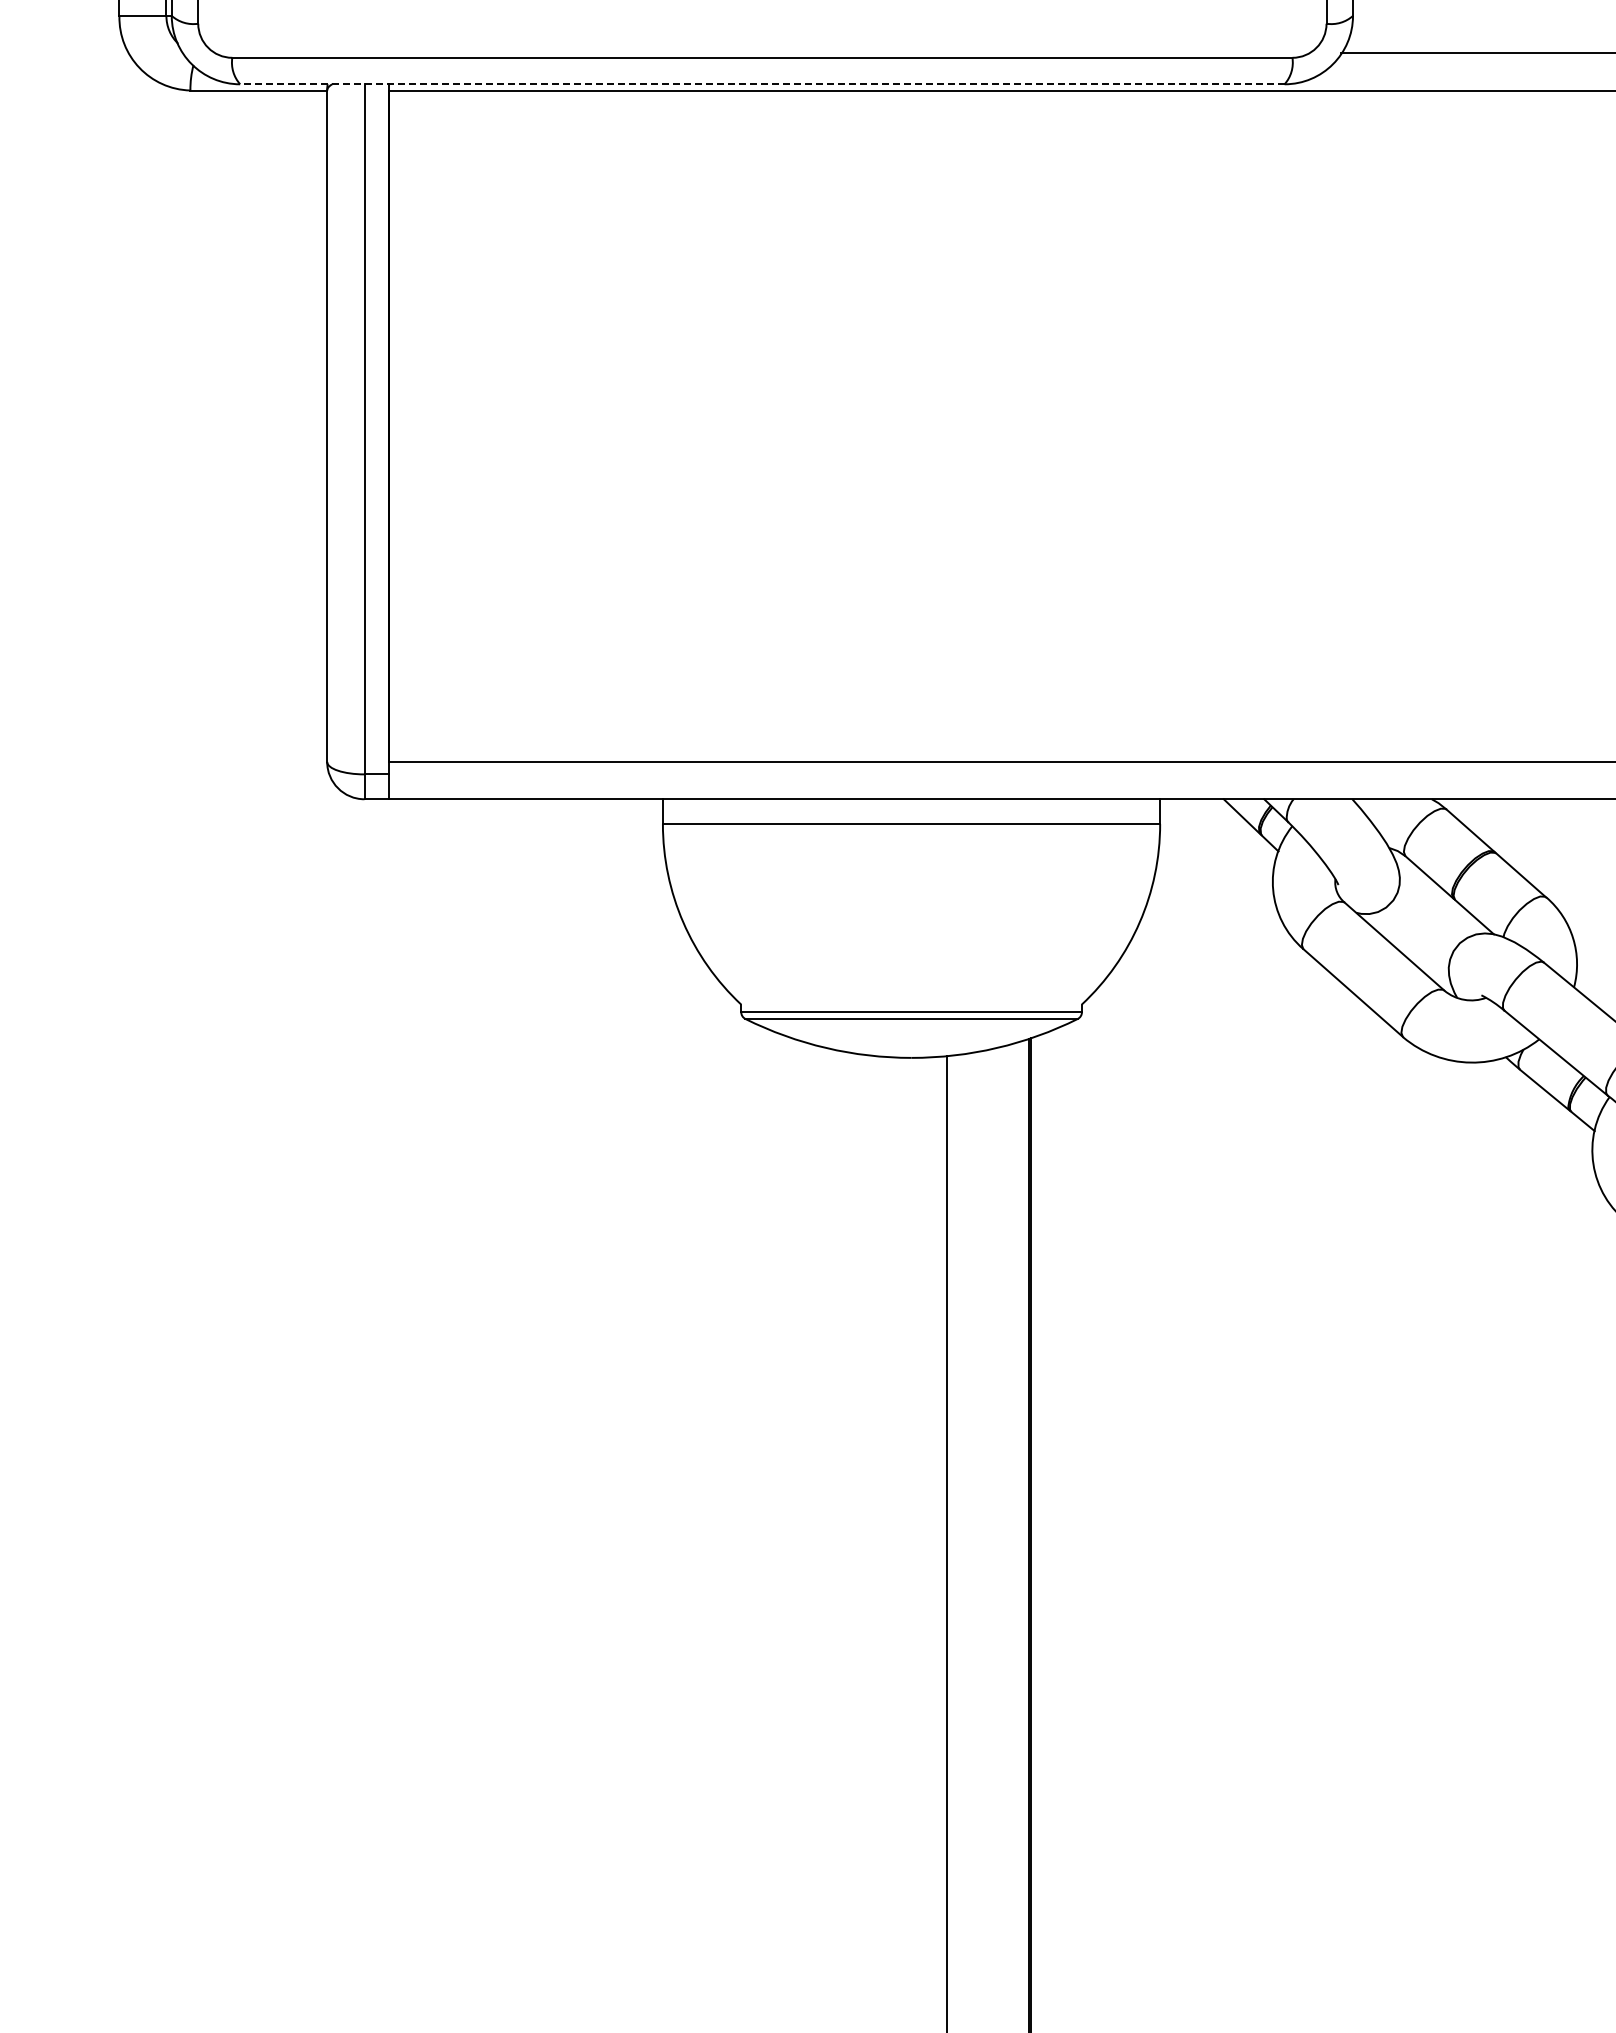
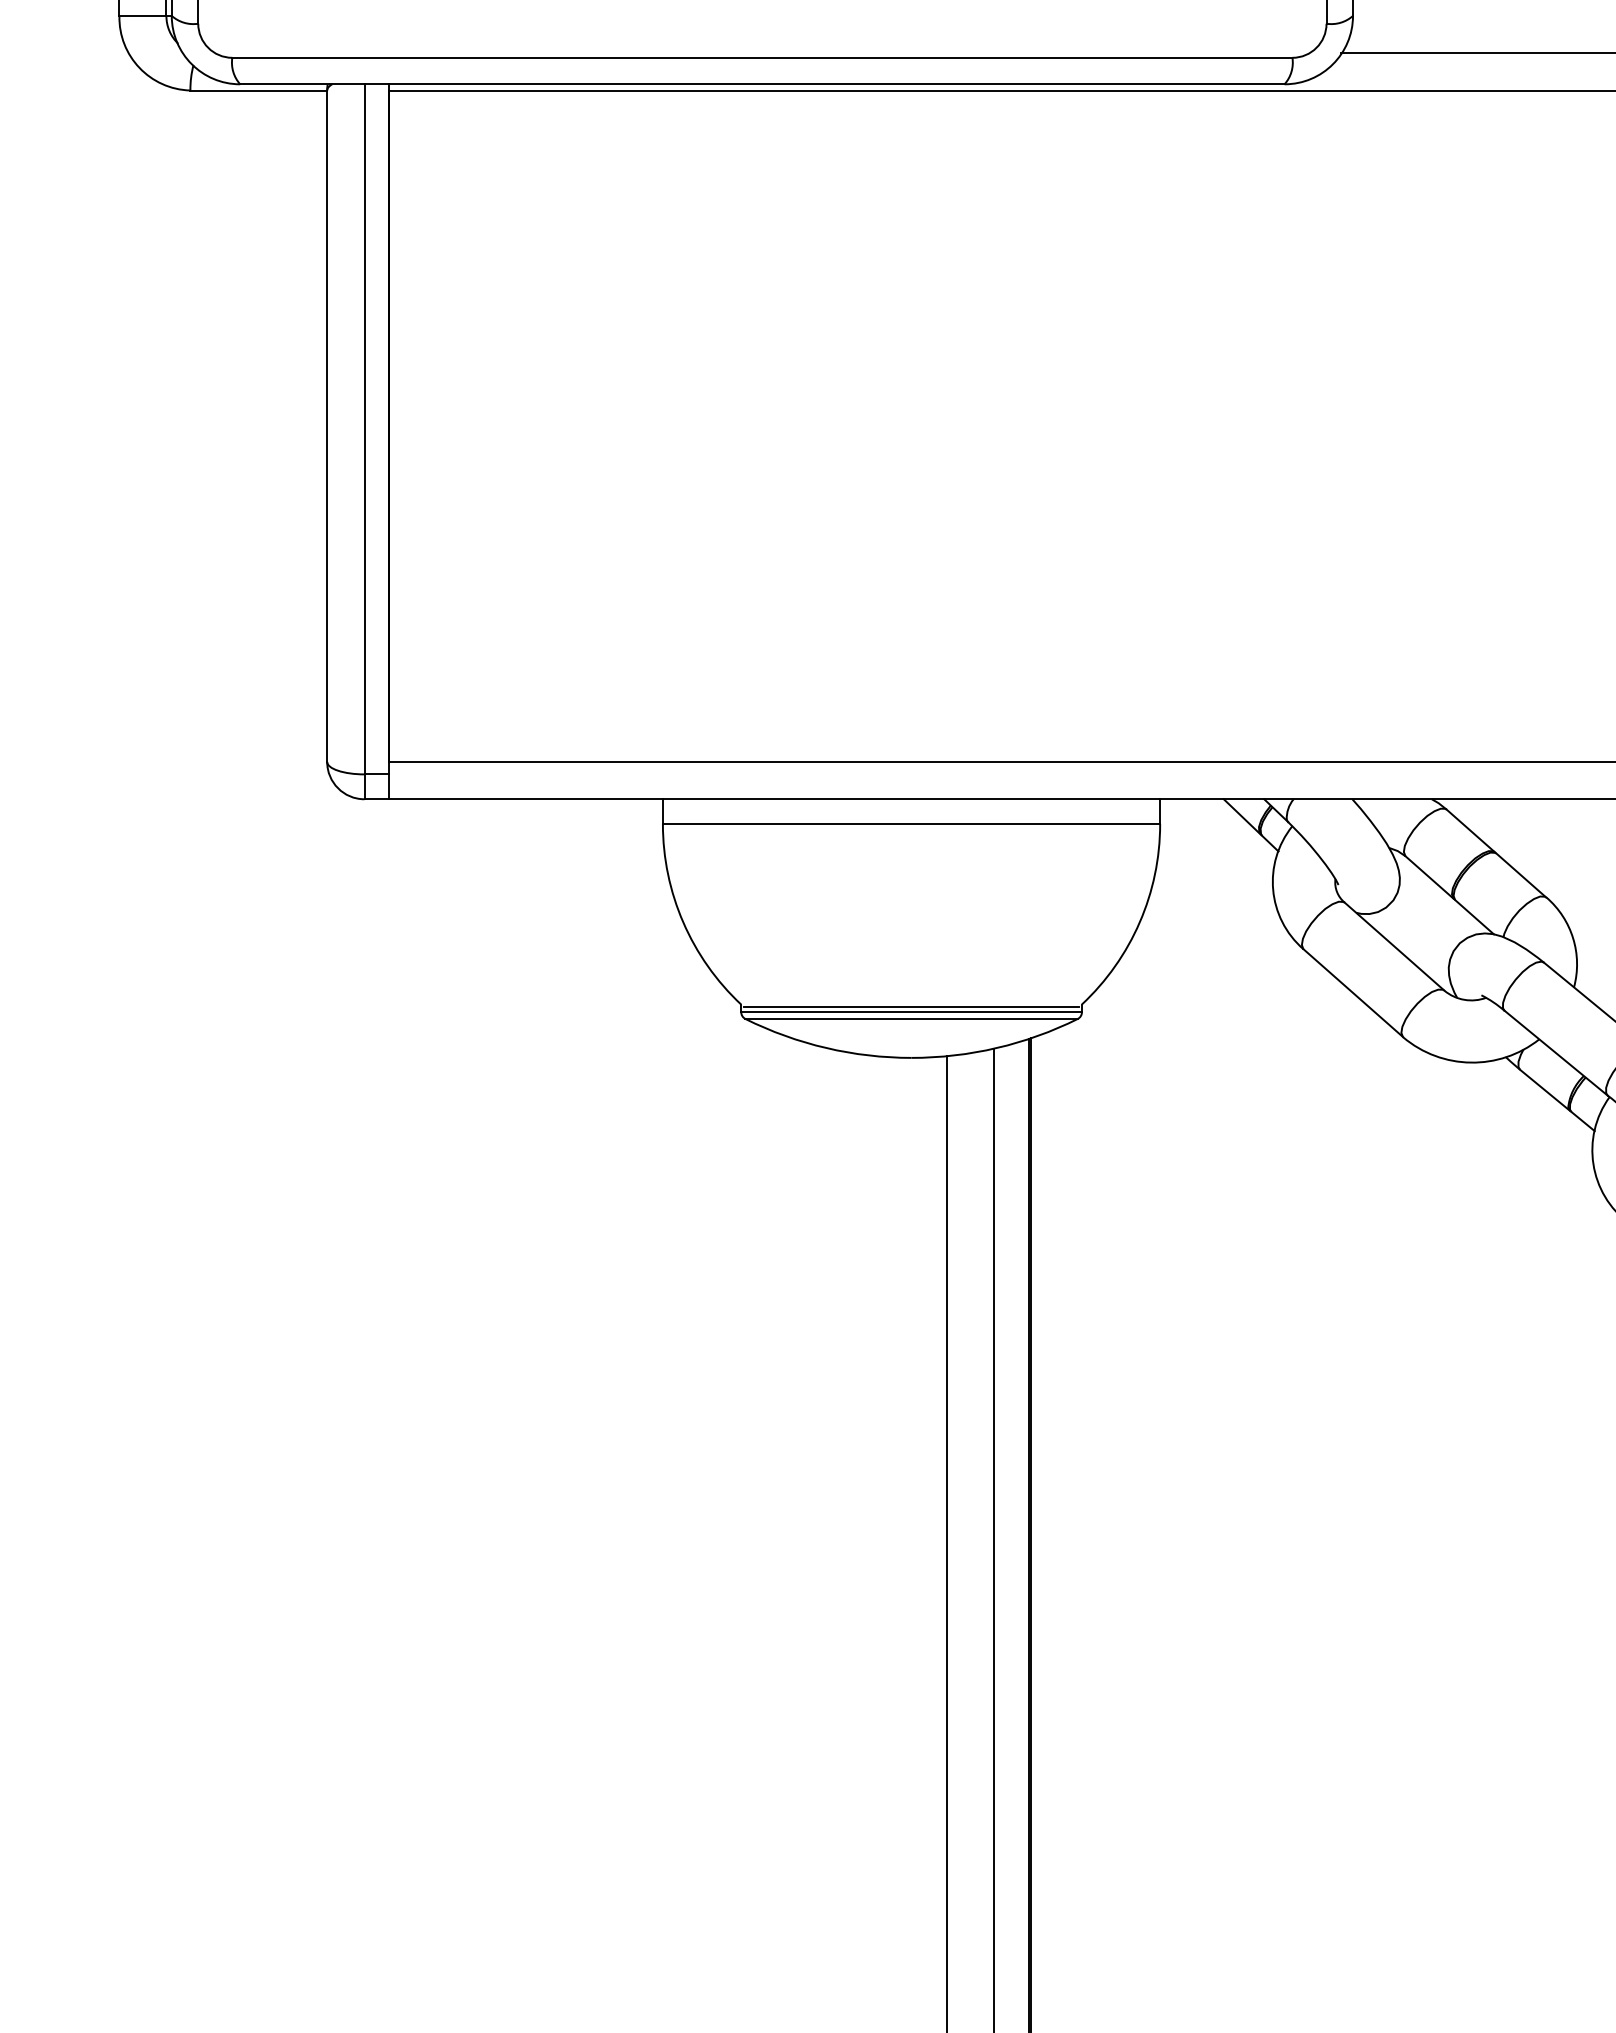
line at (761, 84): dashed -> solid
line at (911, 1006): none -> present
line at (994, 1538): none -> present
